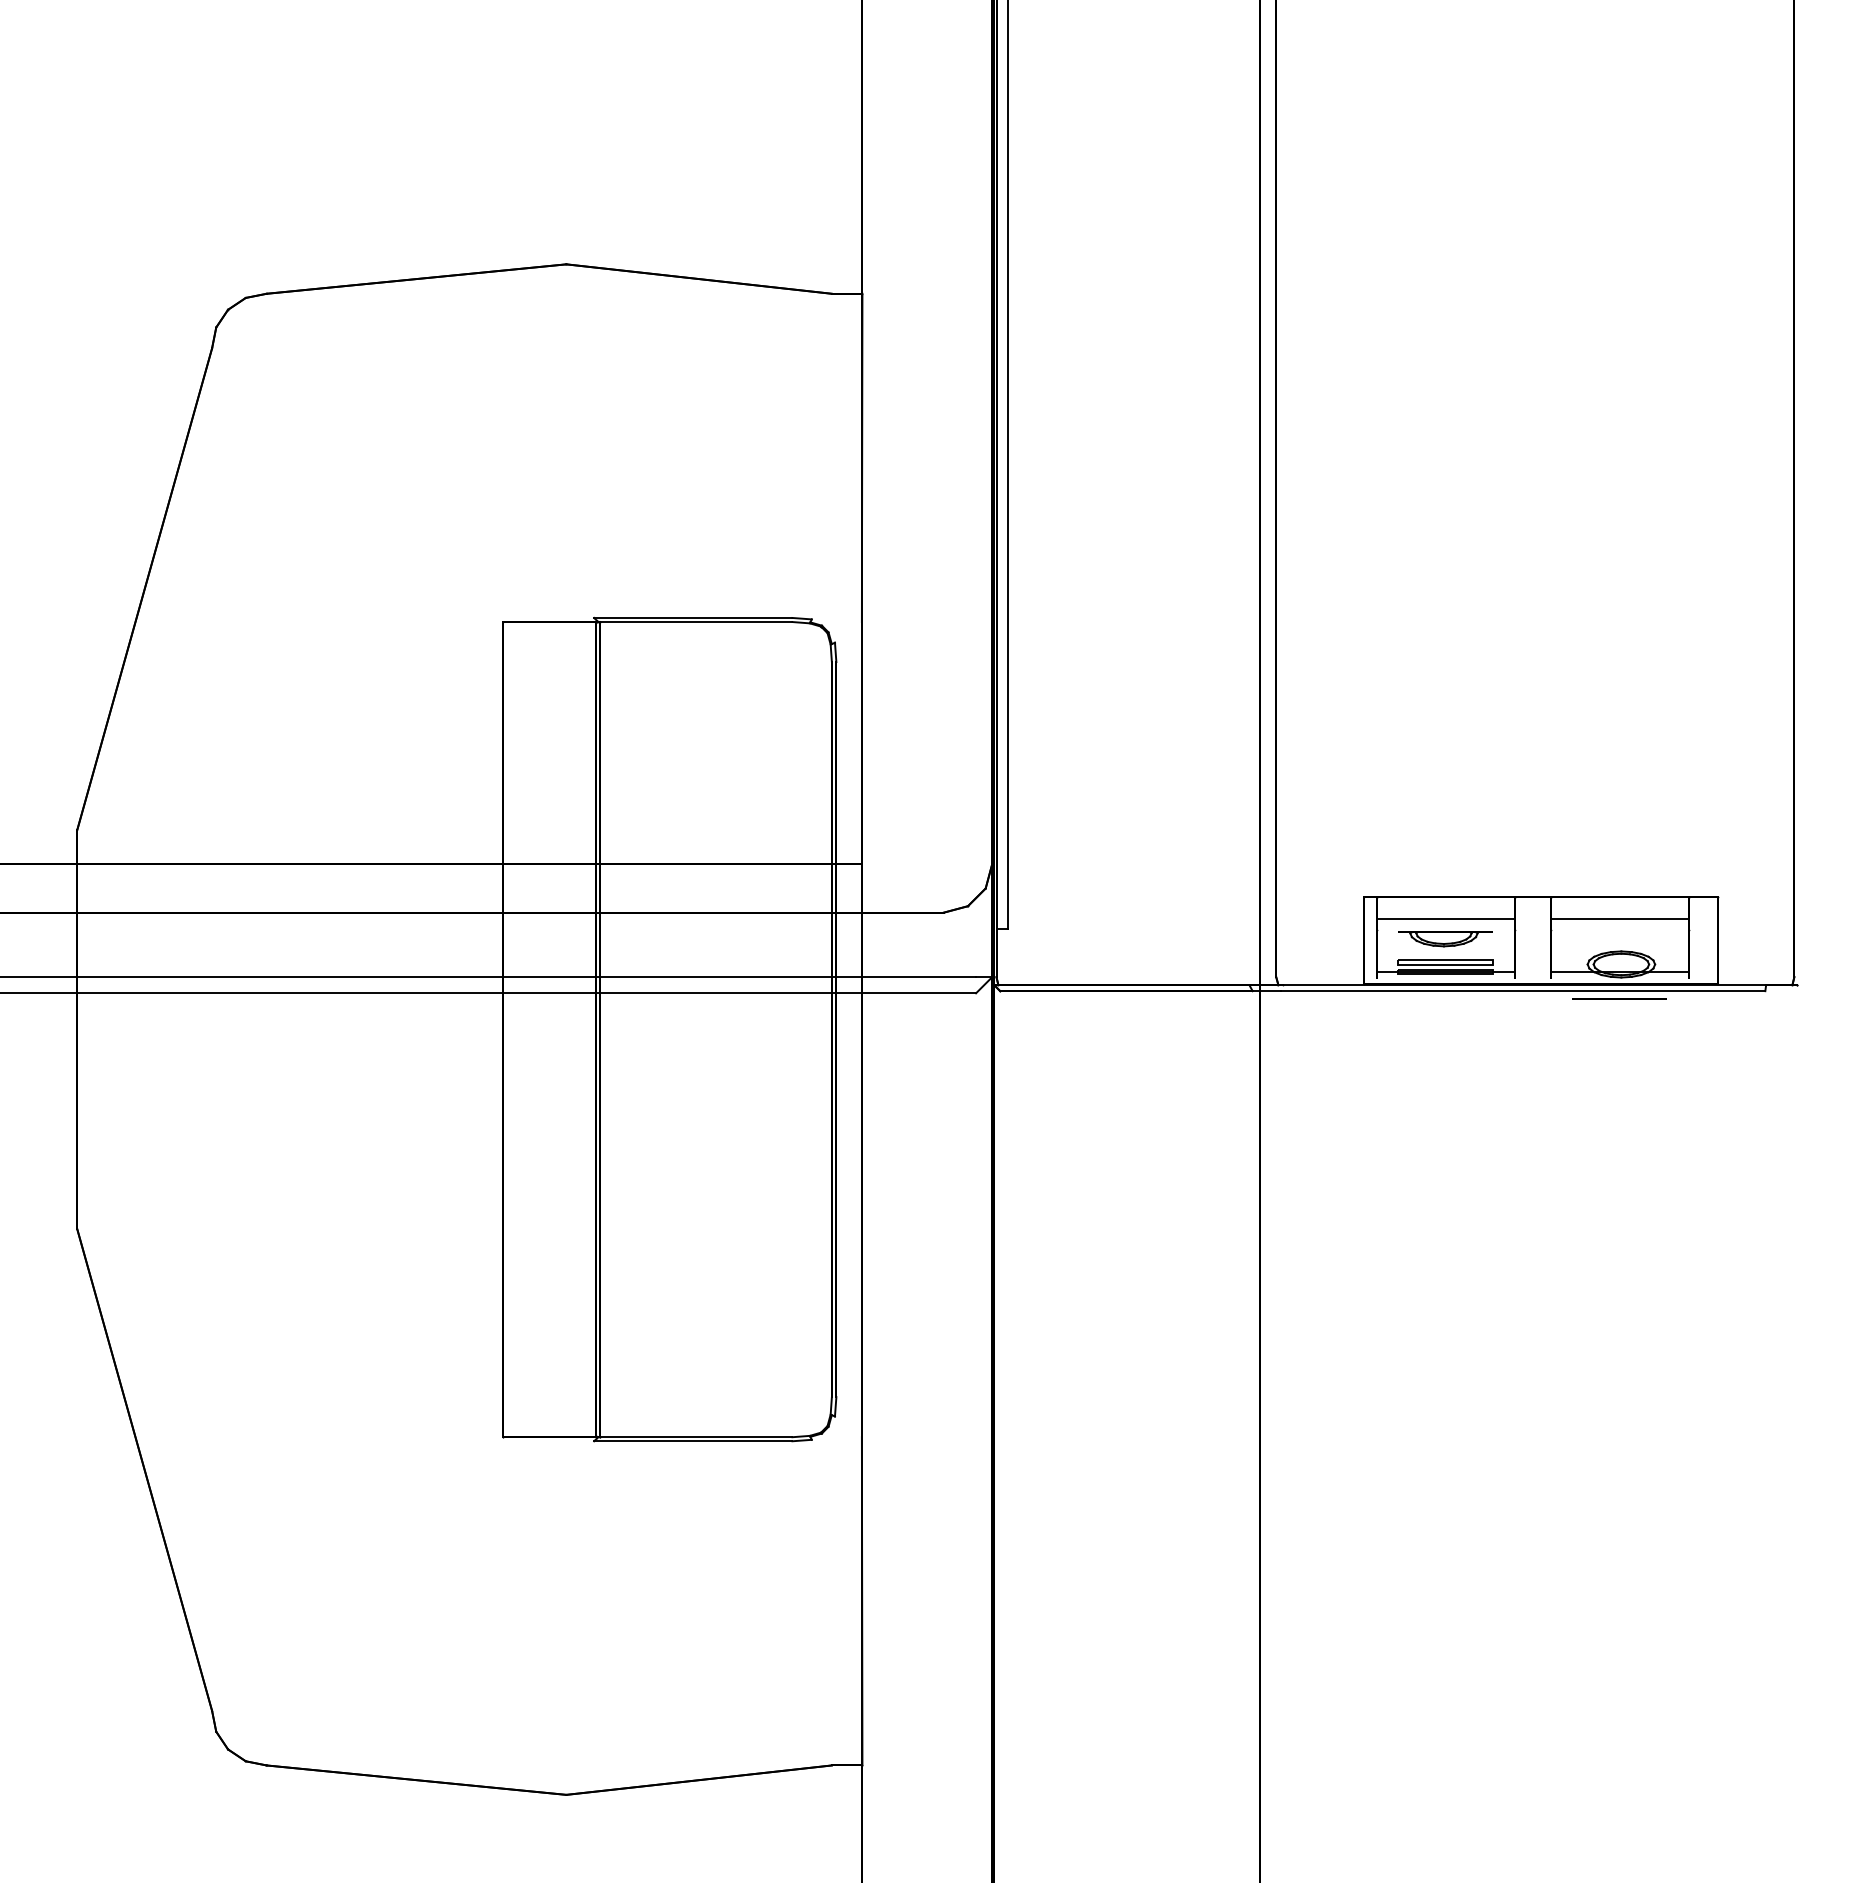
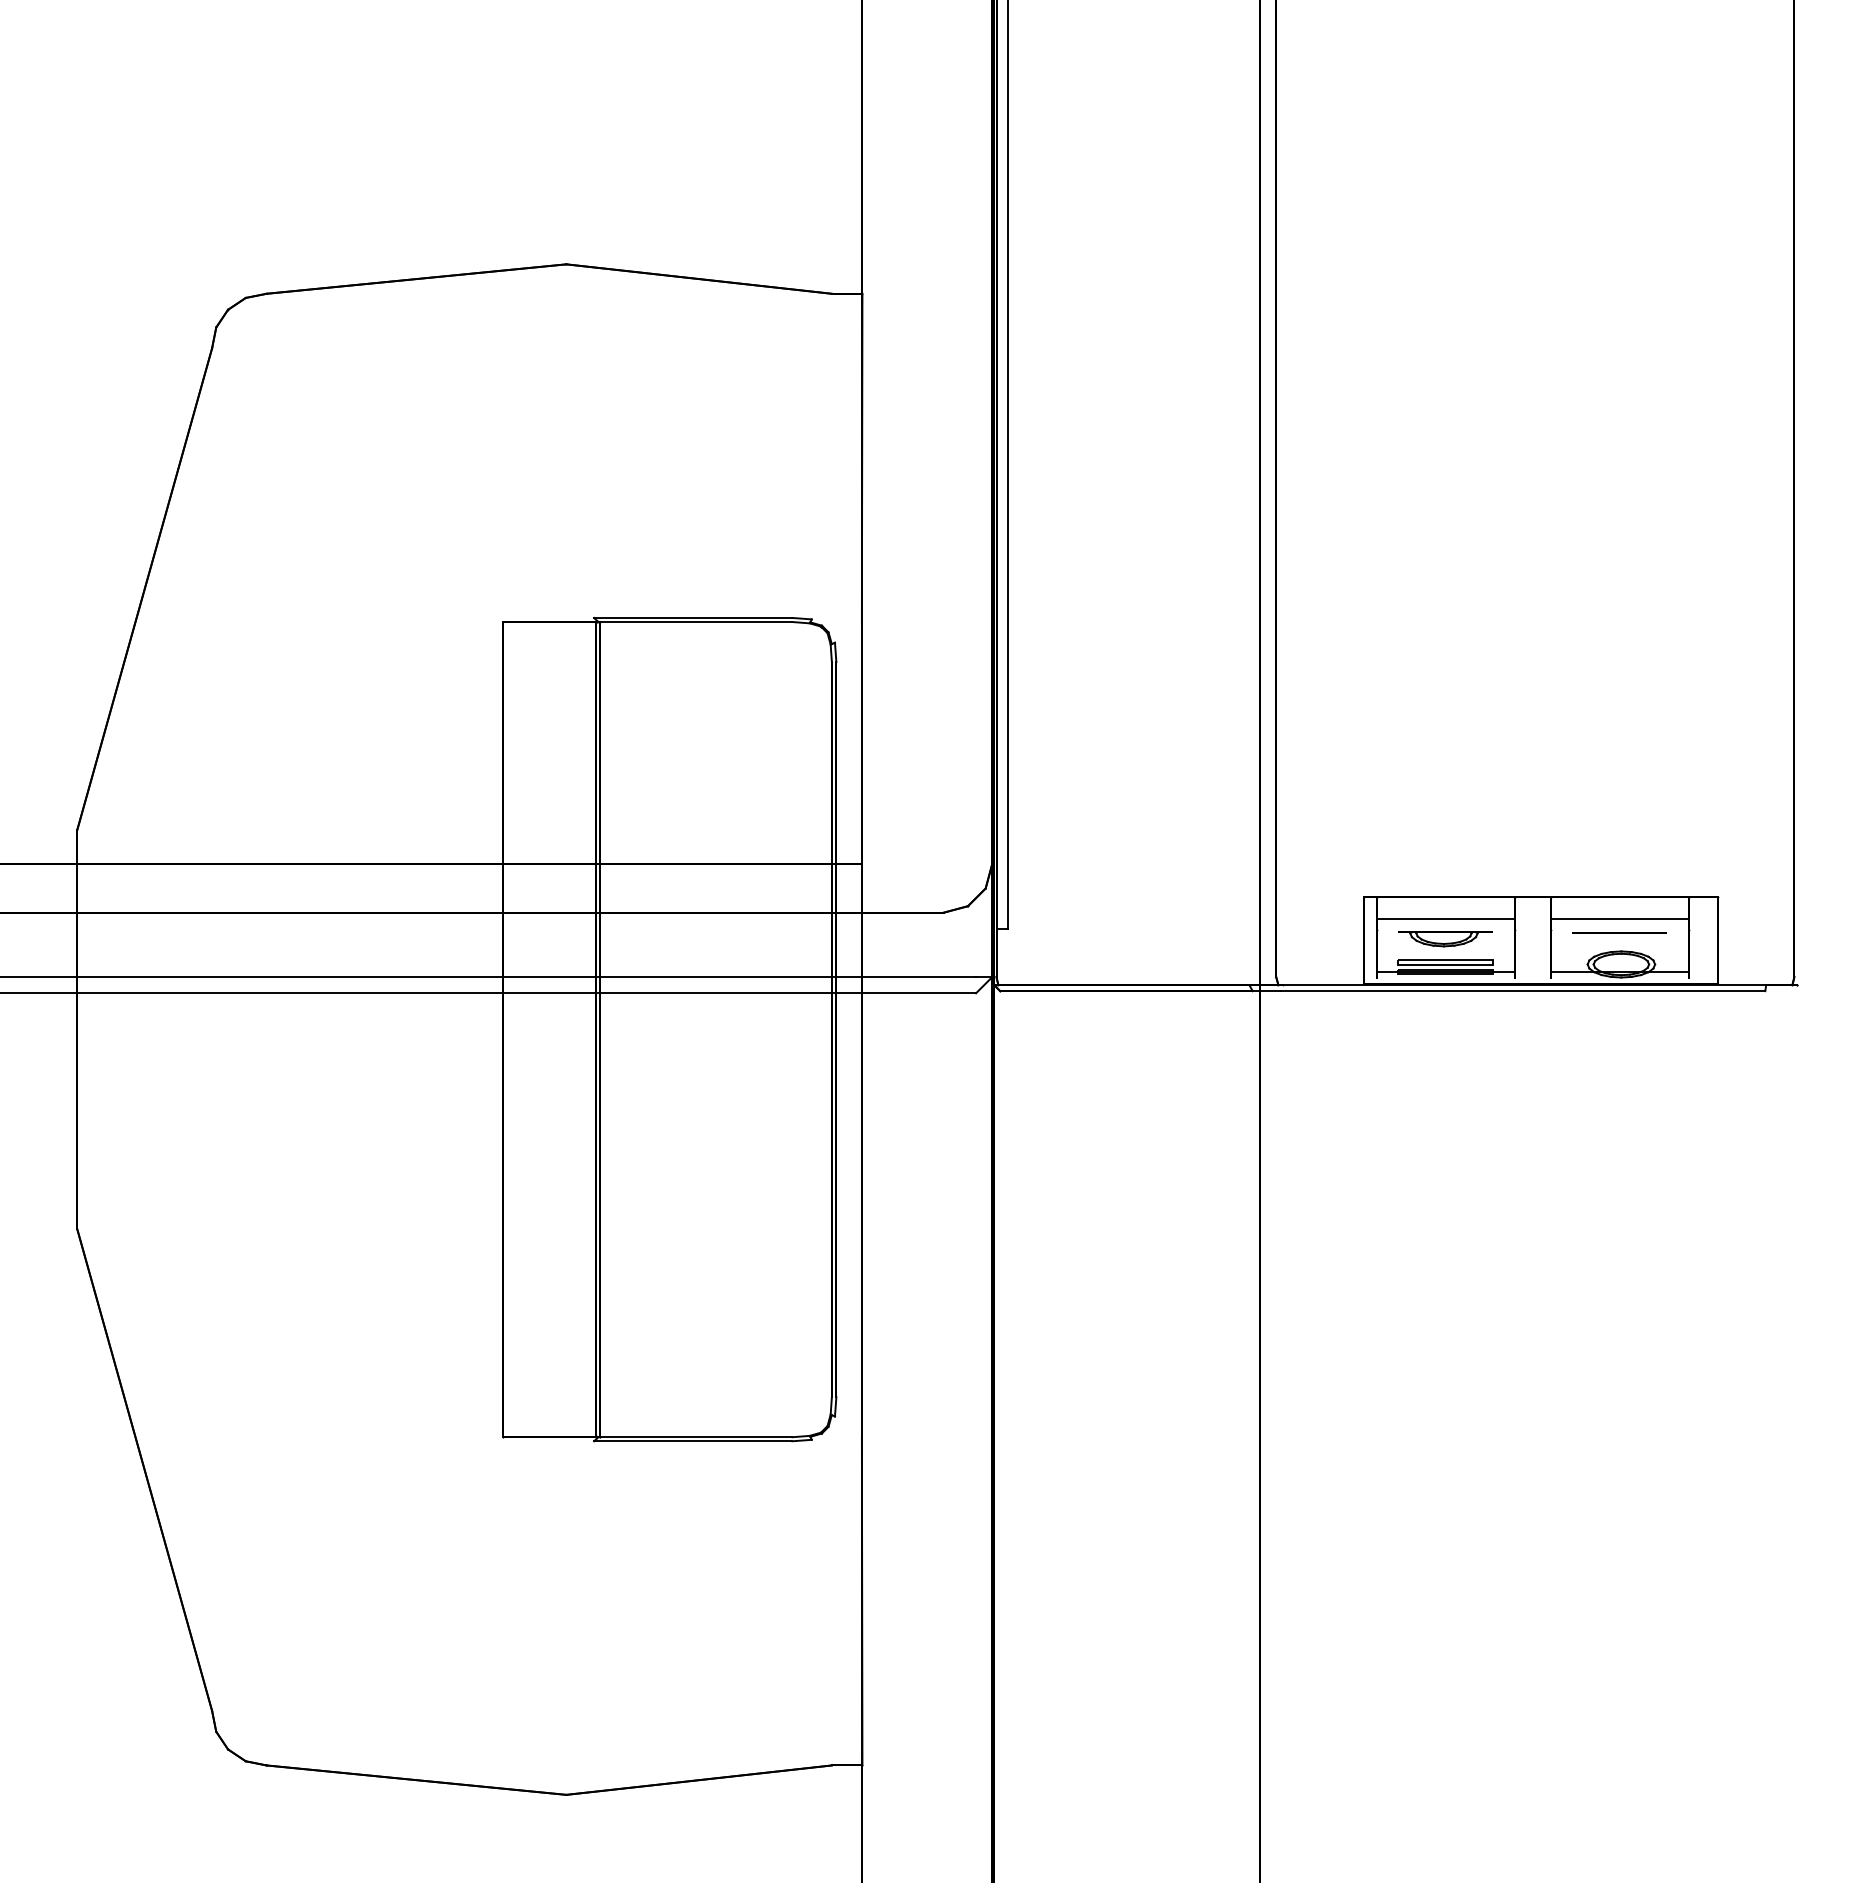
line at (1619, 998) position: (1619, 998) -> (1619, 932)
